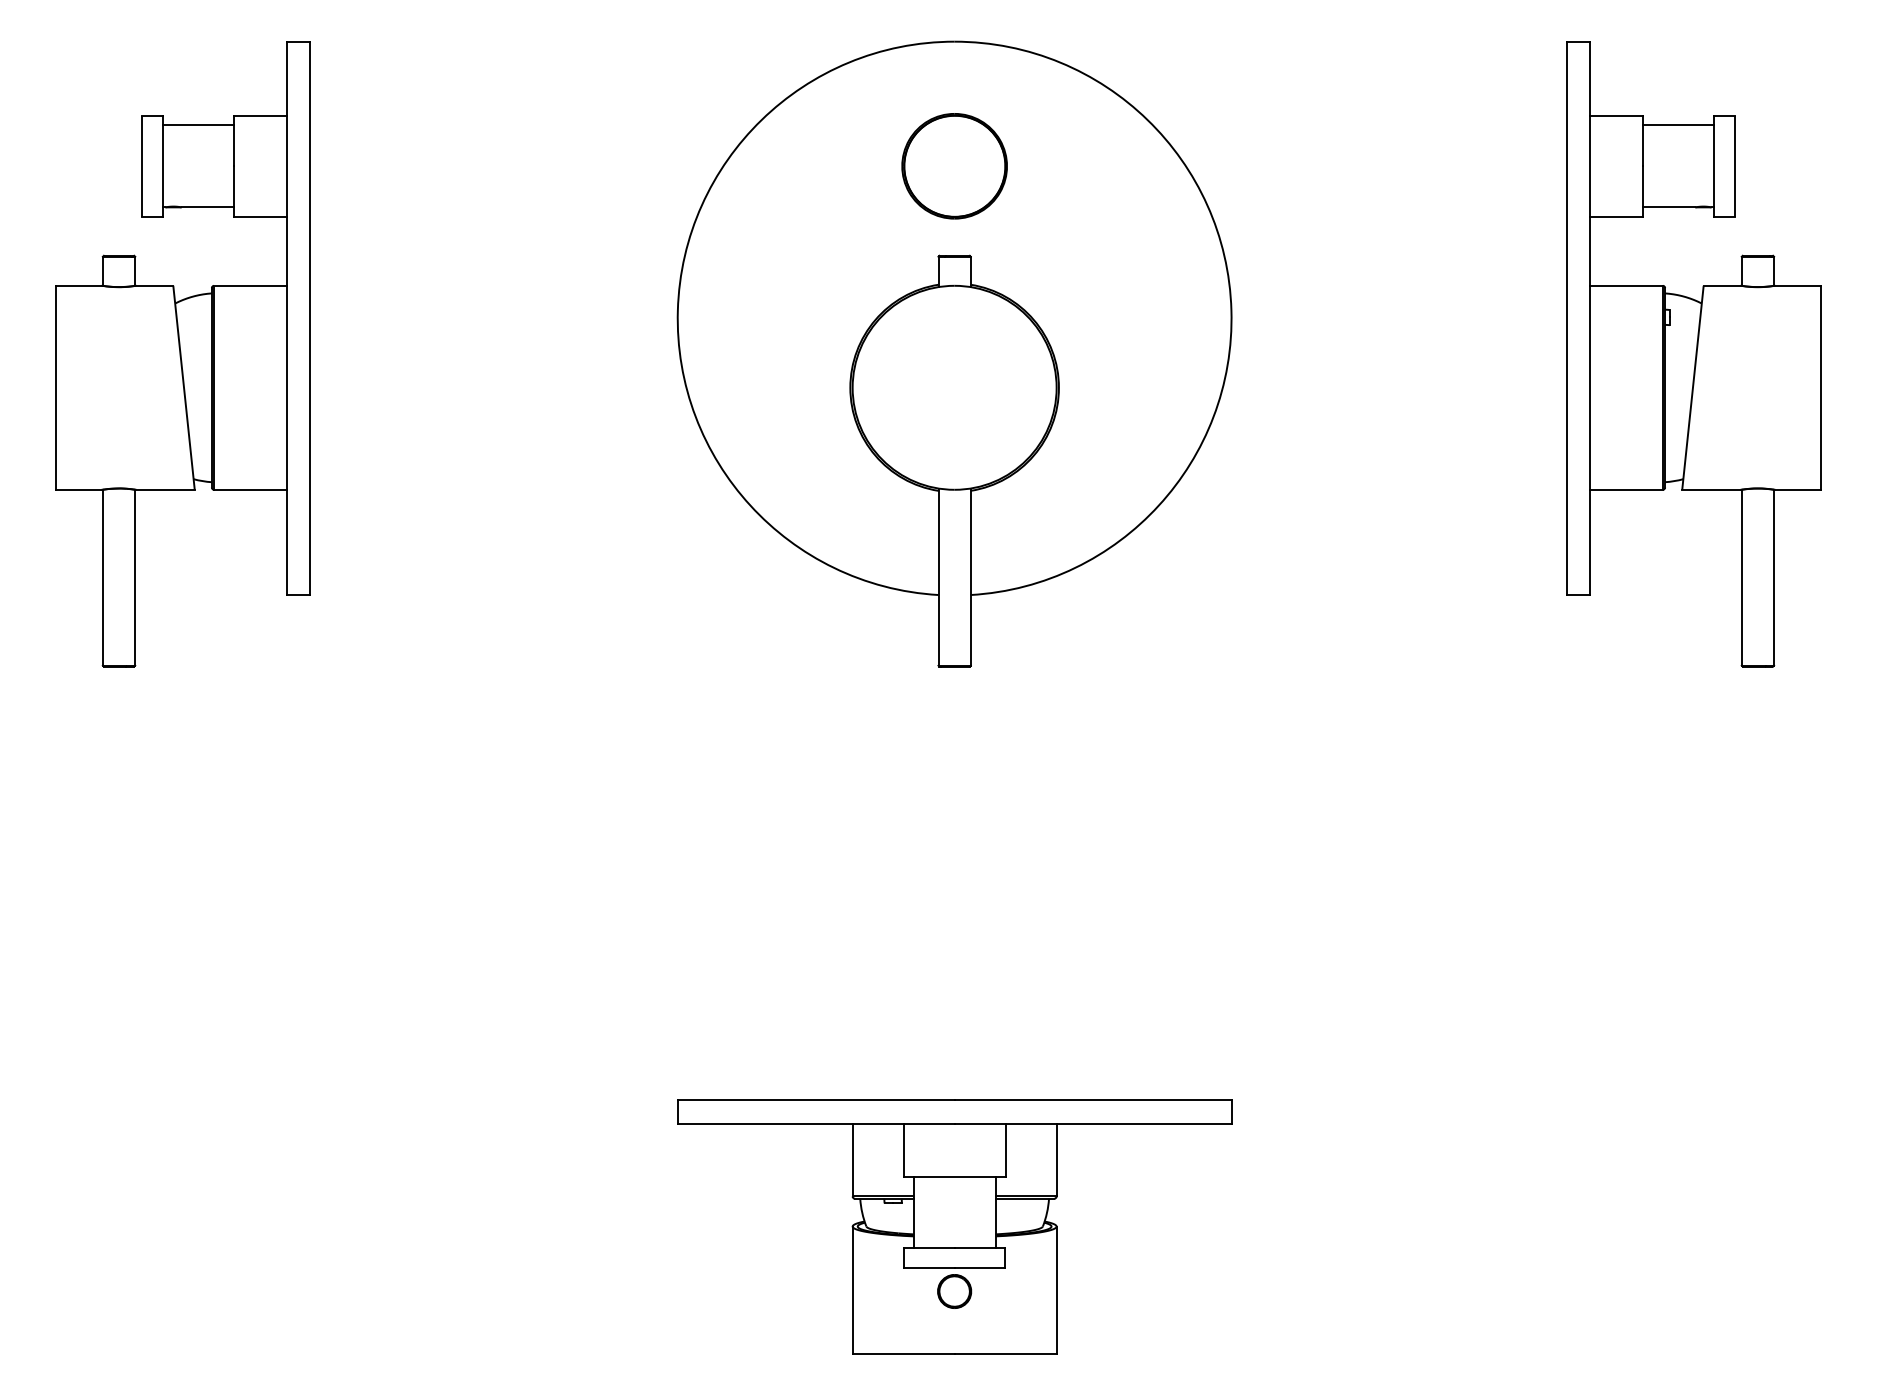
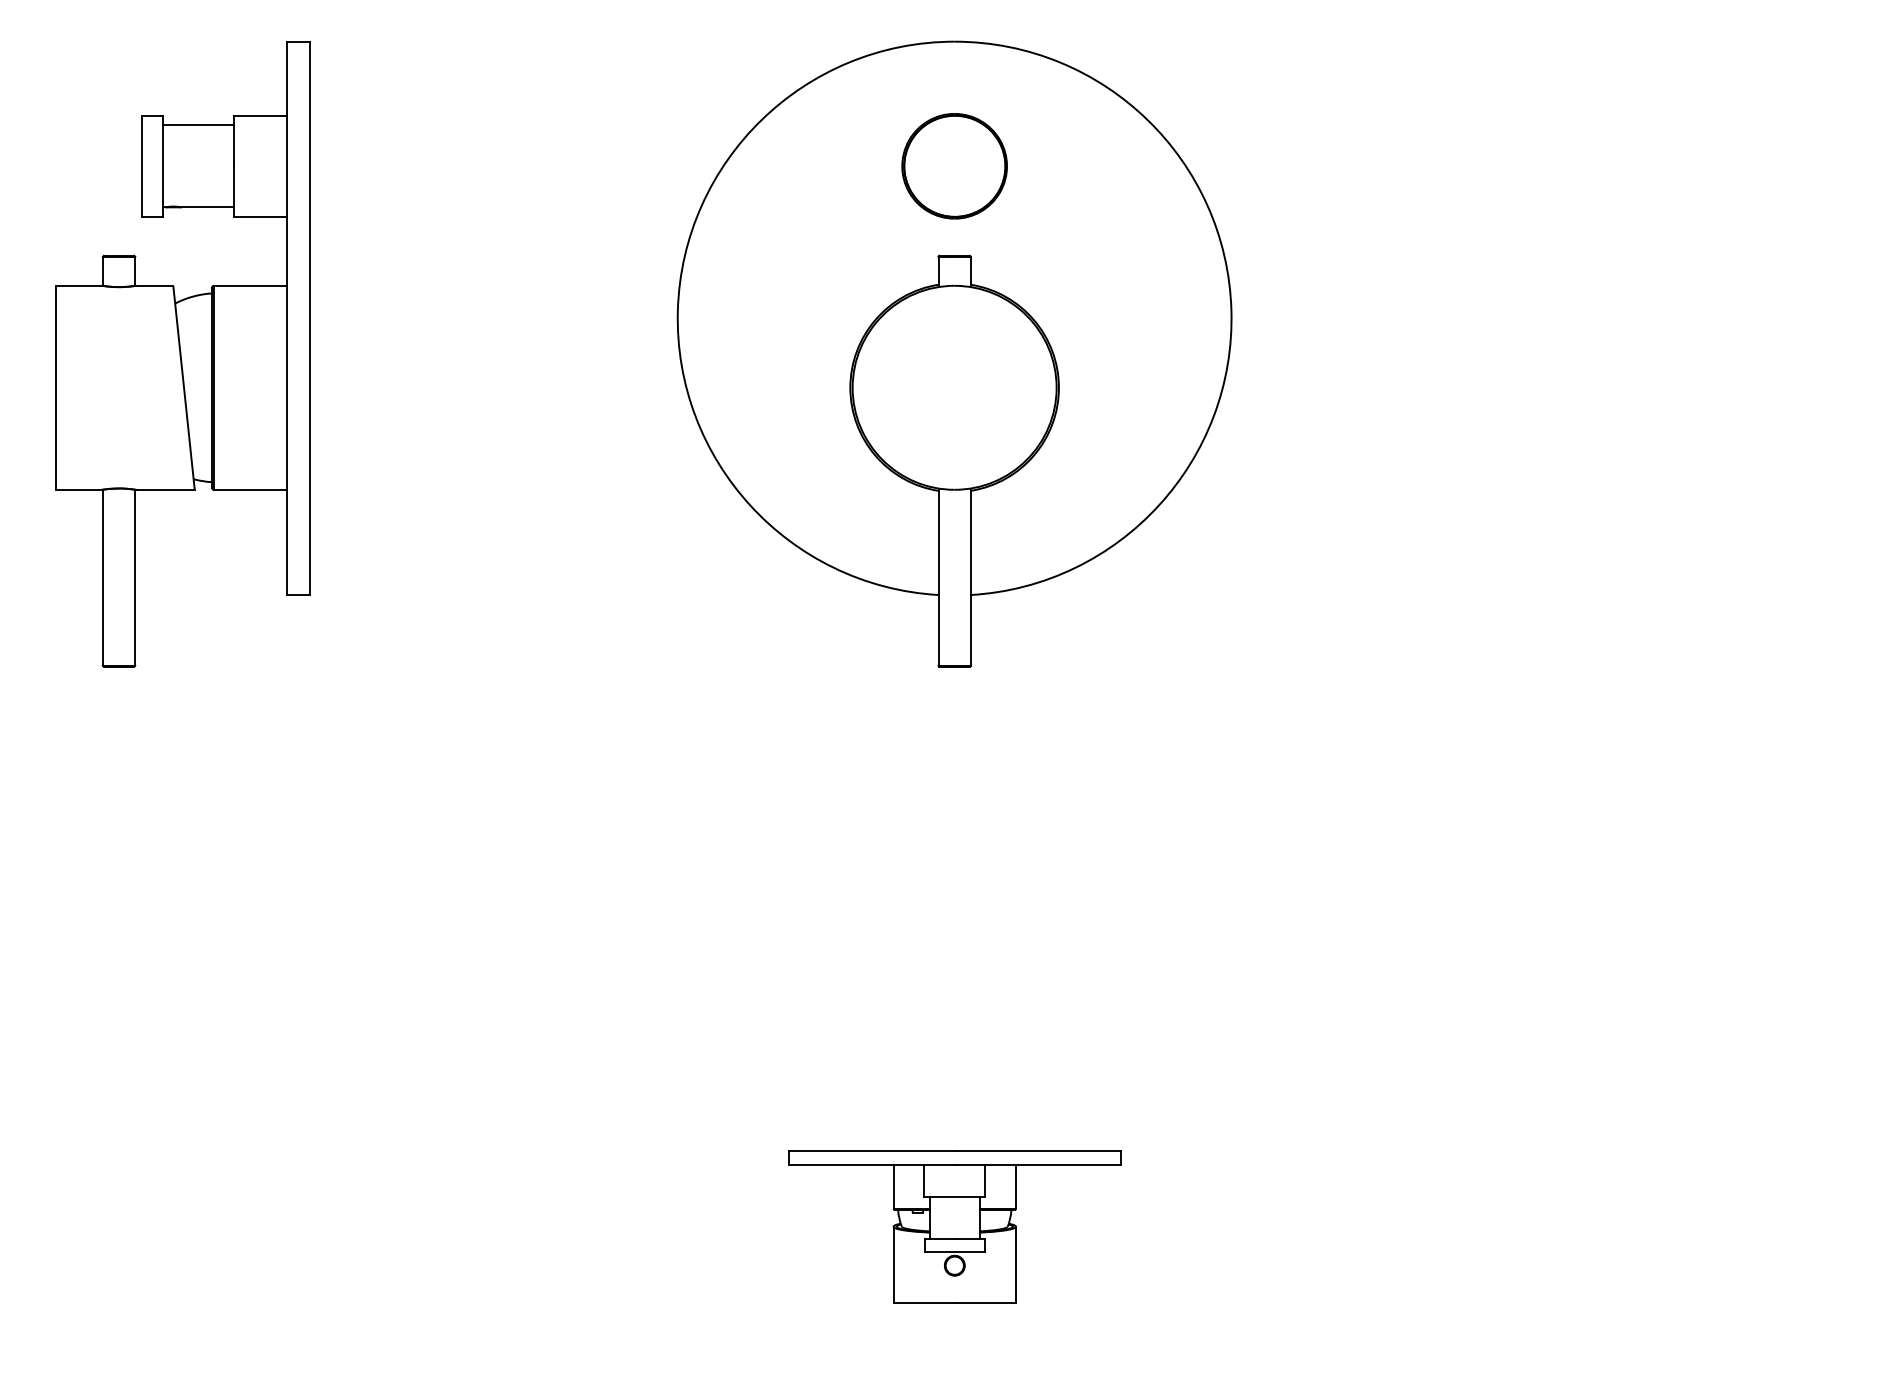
part at (1693, 354): present -> none
part at (954, 1226) size: 556x256 px -> 334x154 px
